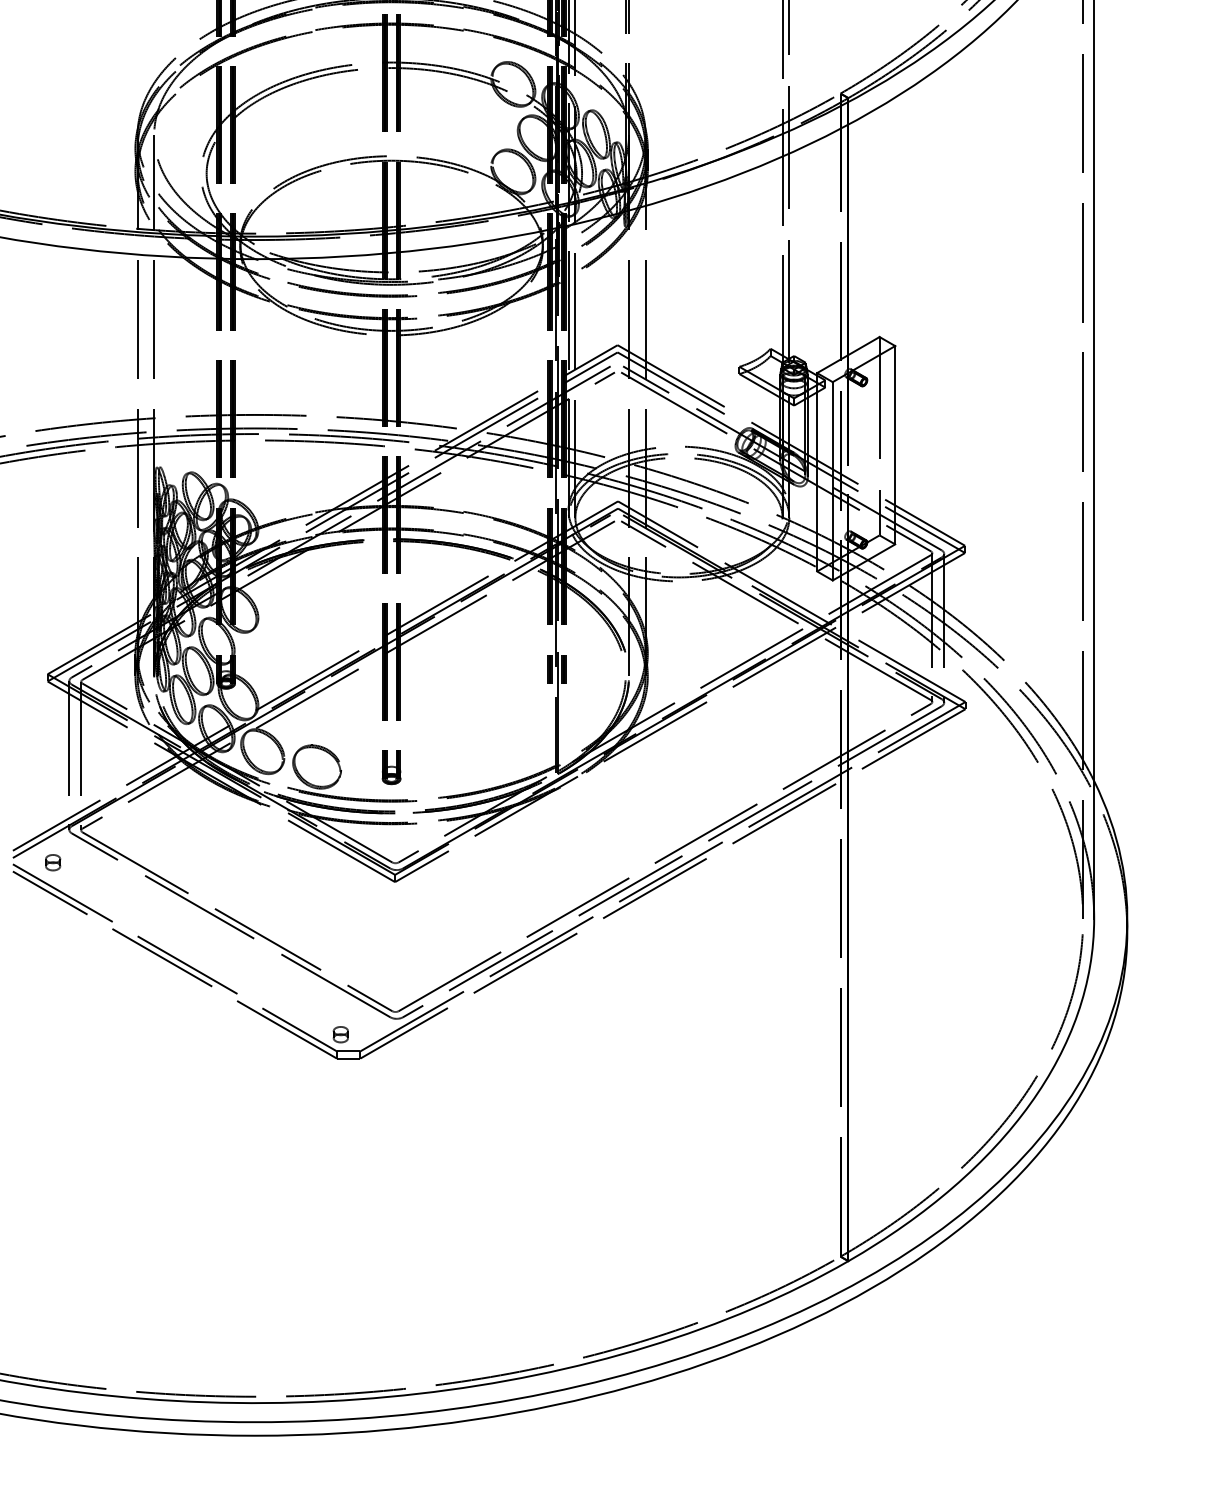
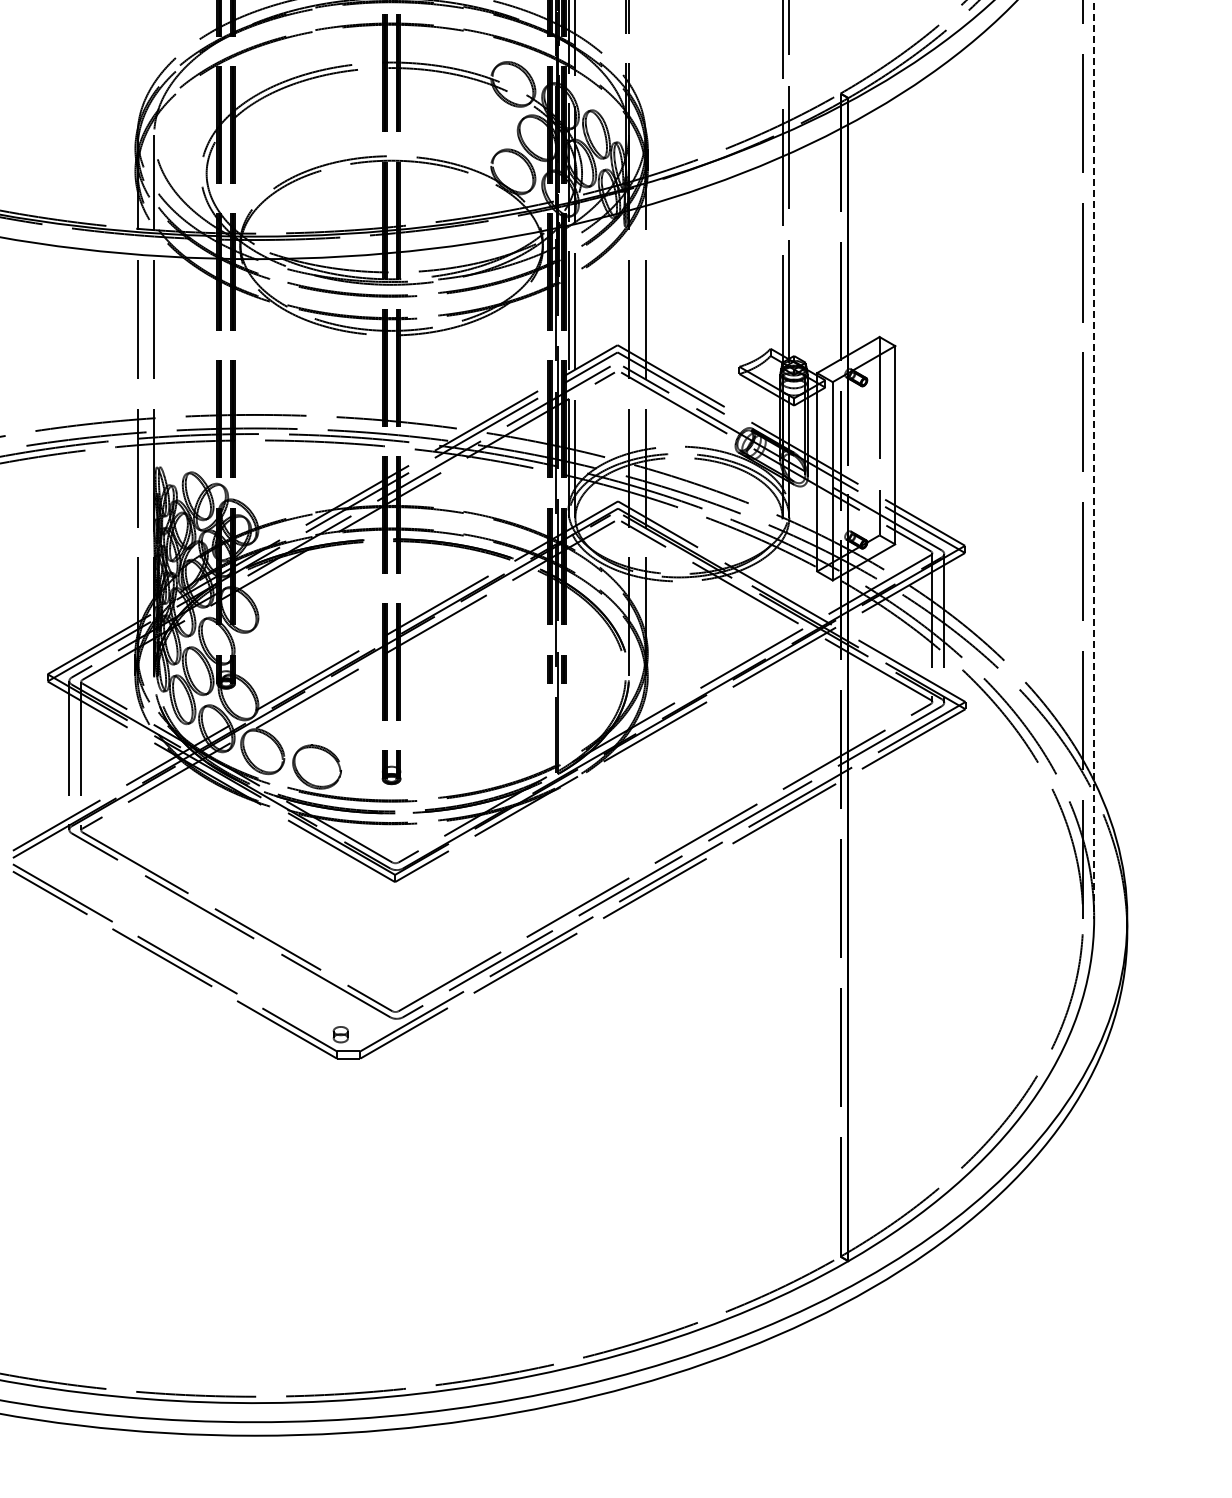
line at (1094, 459): solid -> dashed
part at (53, 862): present -> none
